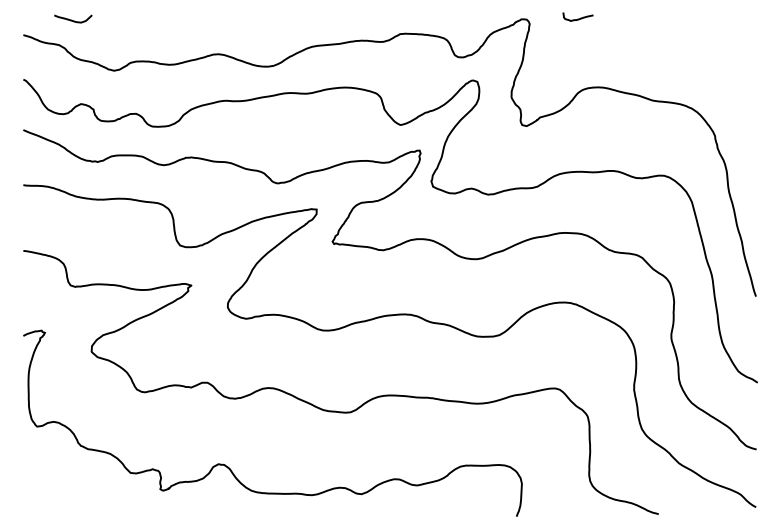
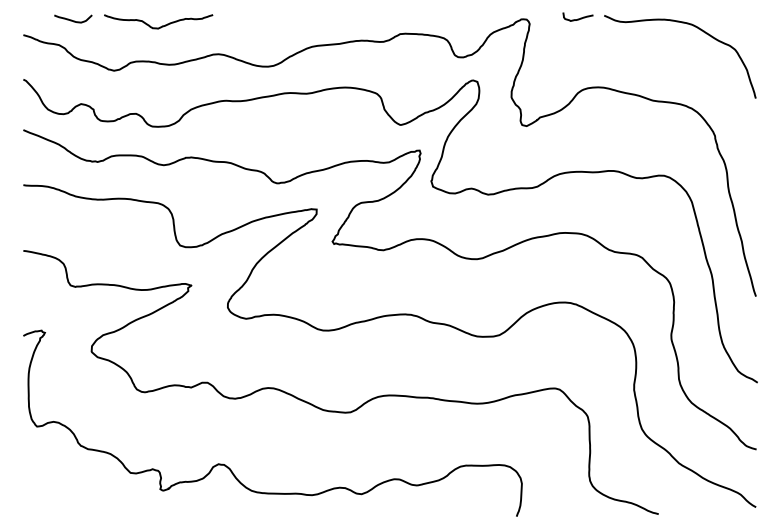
curve at (160, 26): none -> present
curve at (698, 29): none -> present
